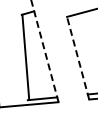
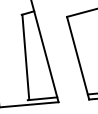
line at (44, 51): dashed -> solid
line at (78, 58): dashed -> solid
